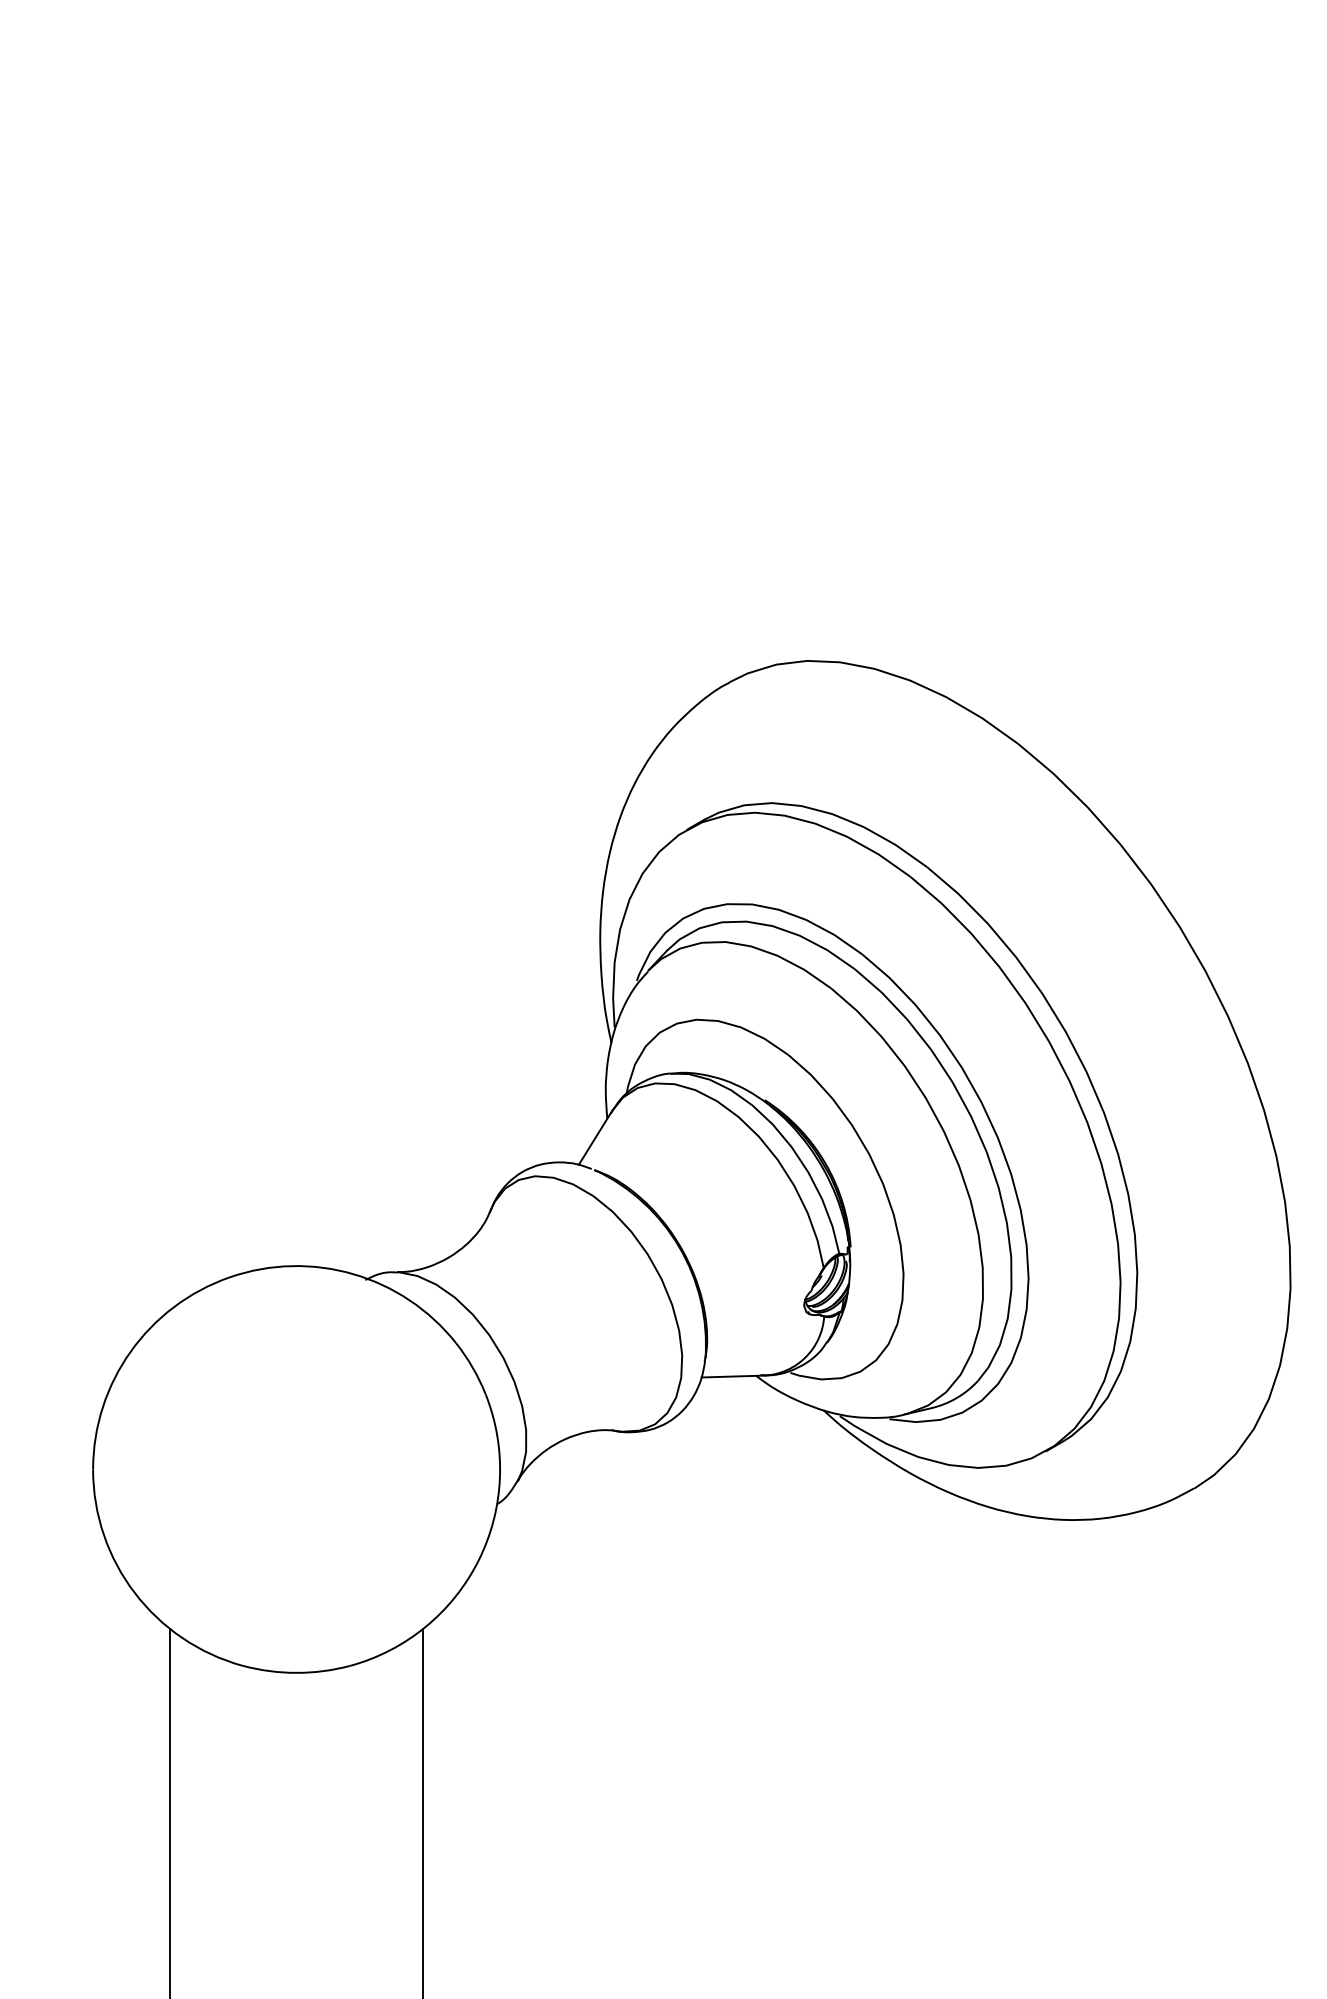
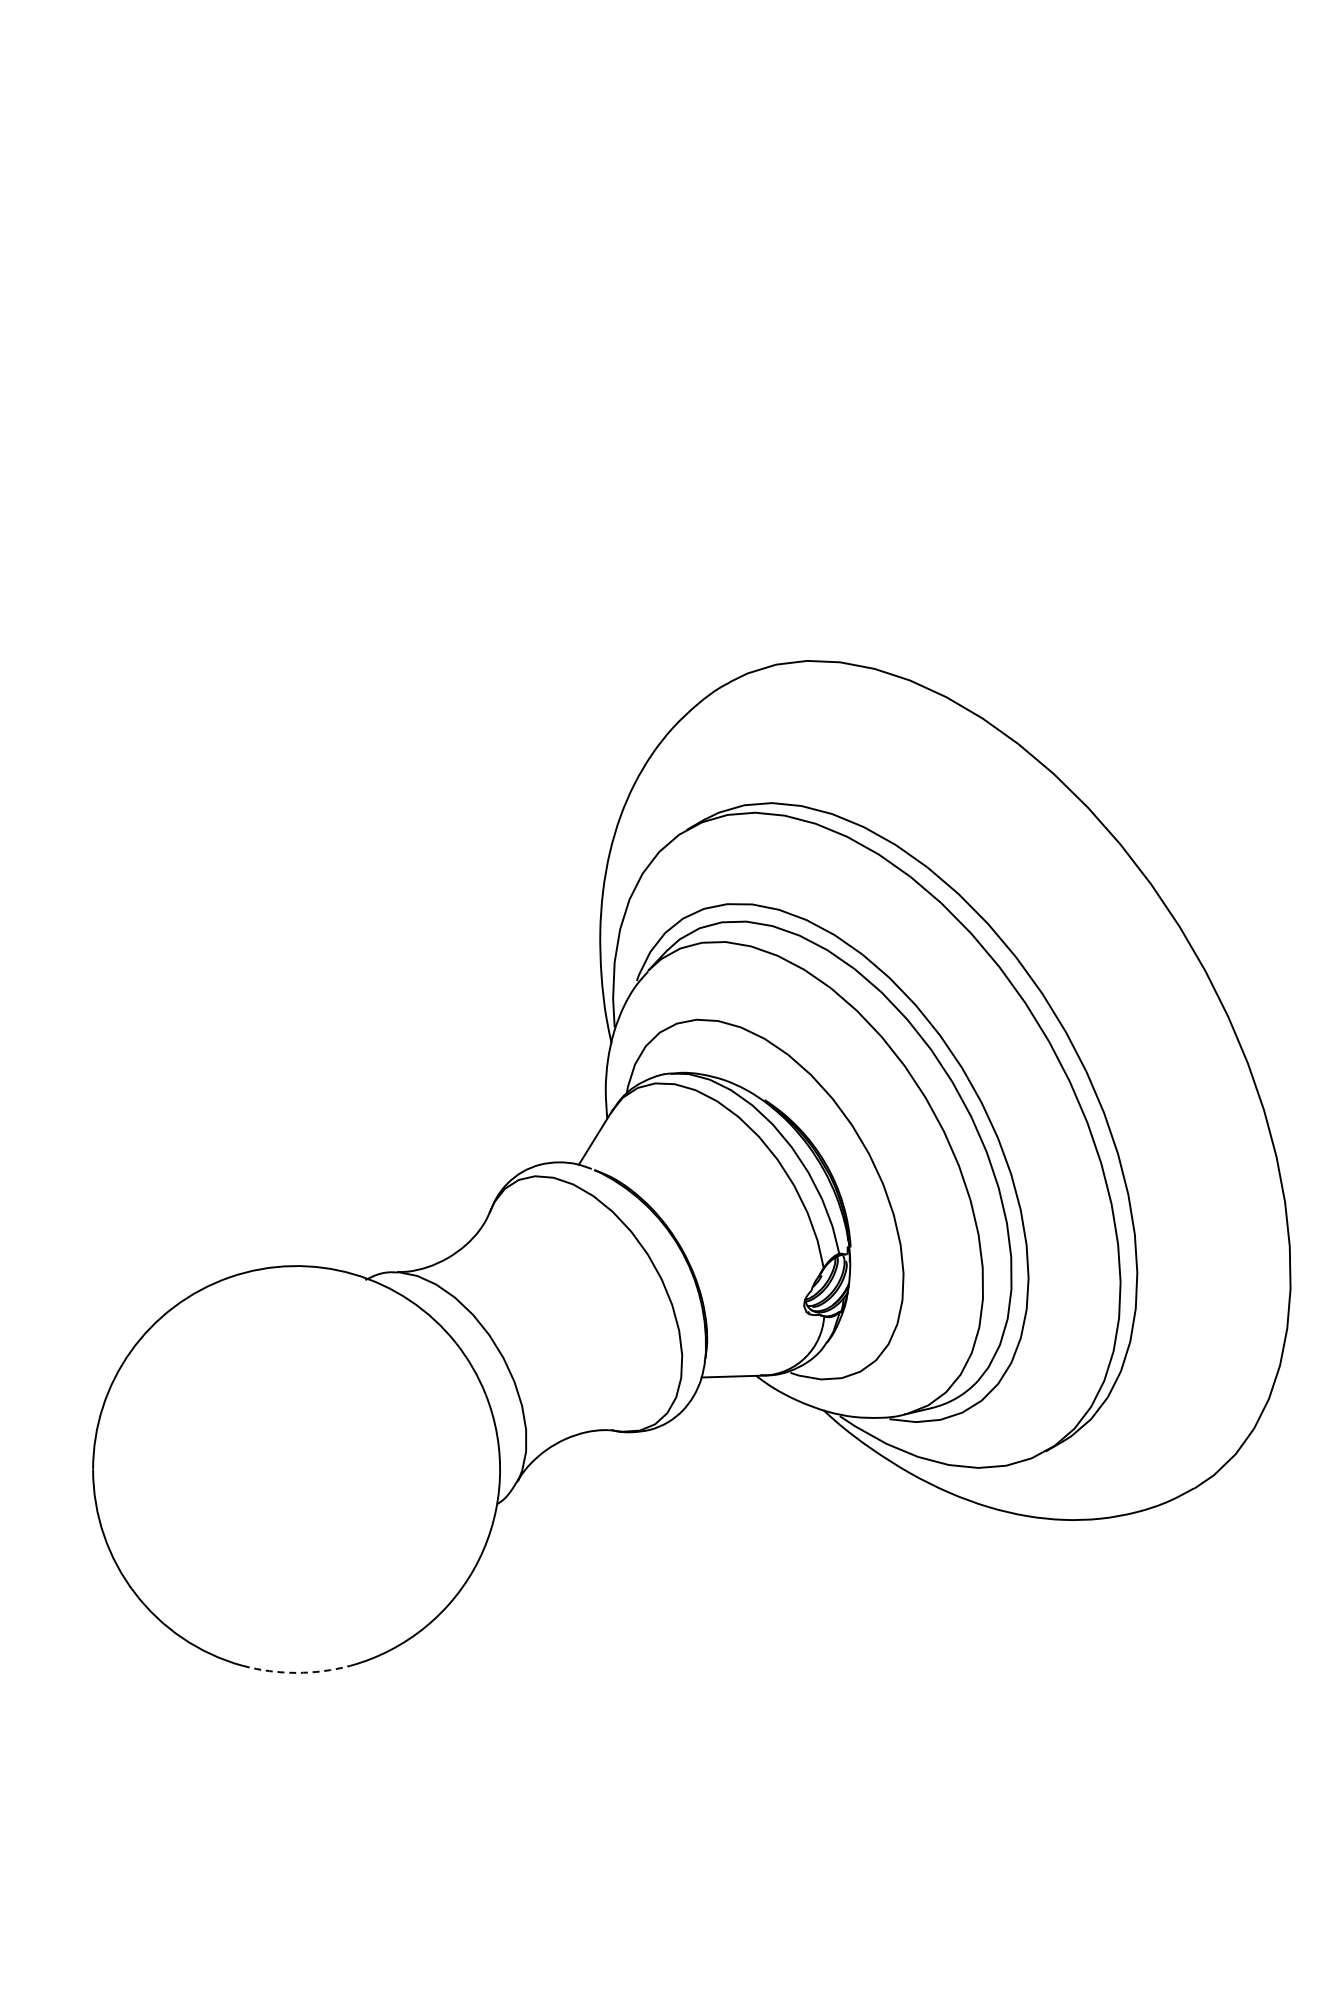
arc at (296, 1672): solid -> dashed
line at (170, 1812): present -> none
line at (422, 1812): present -> none
